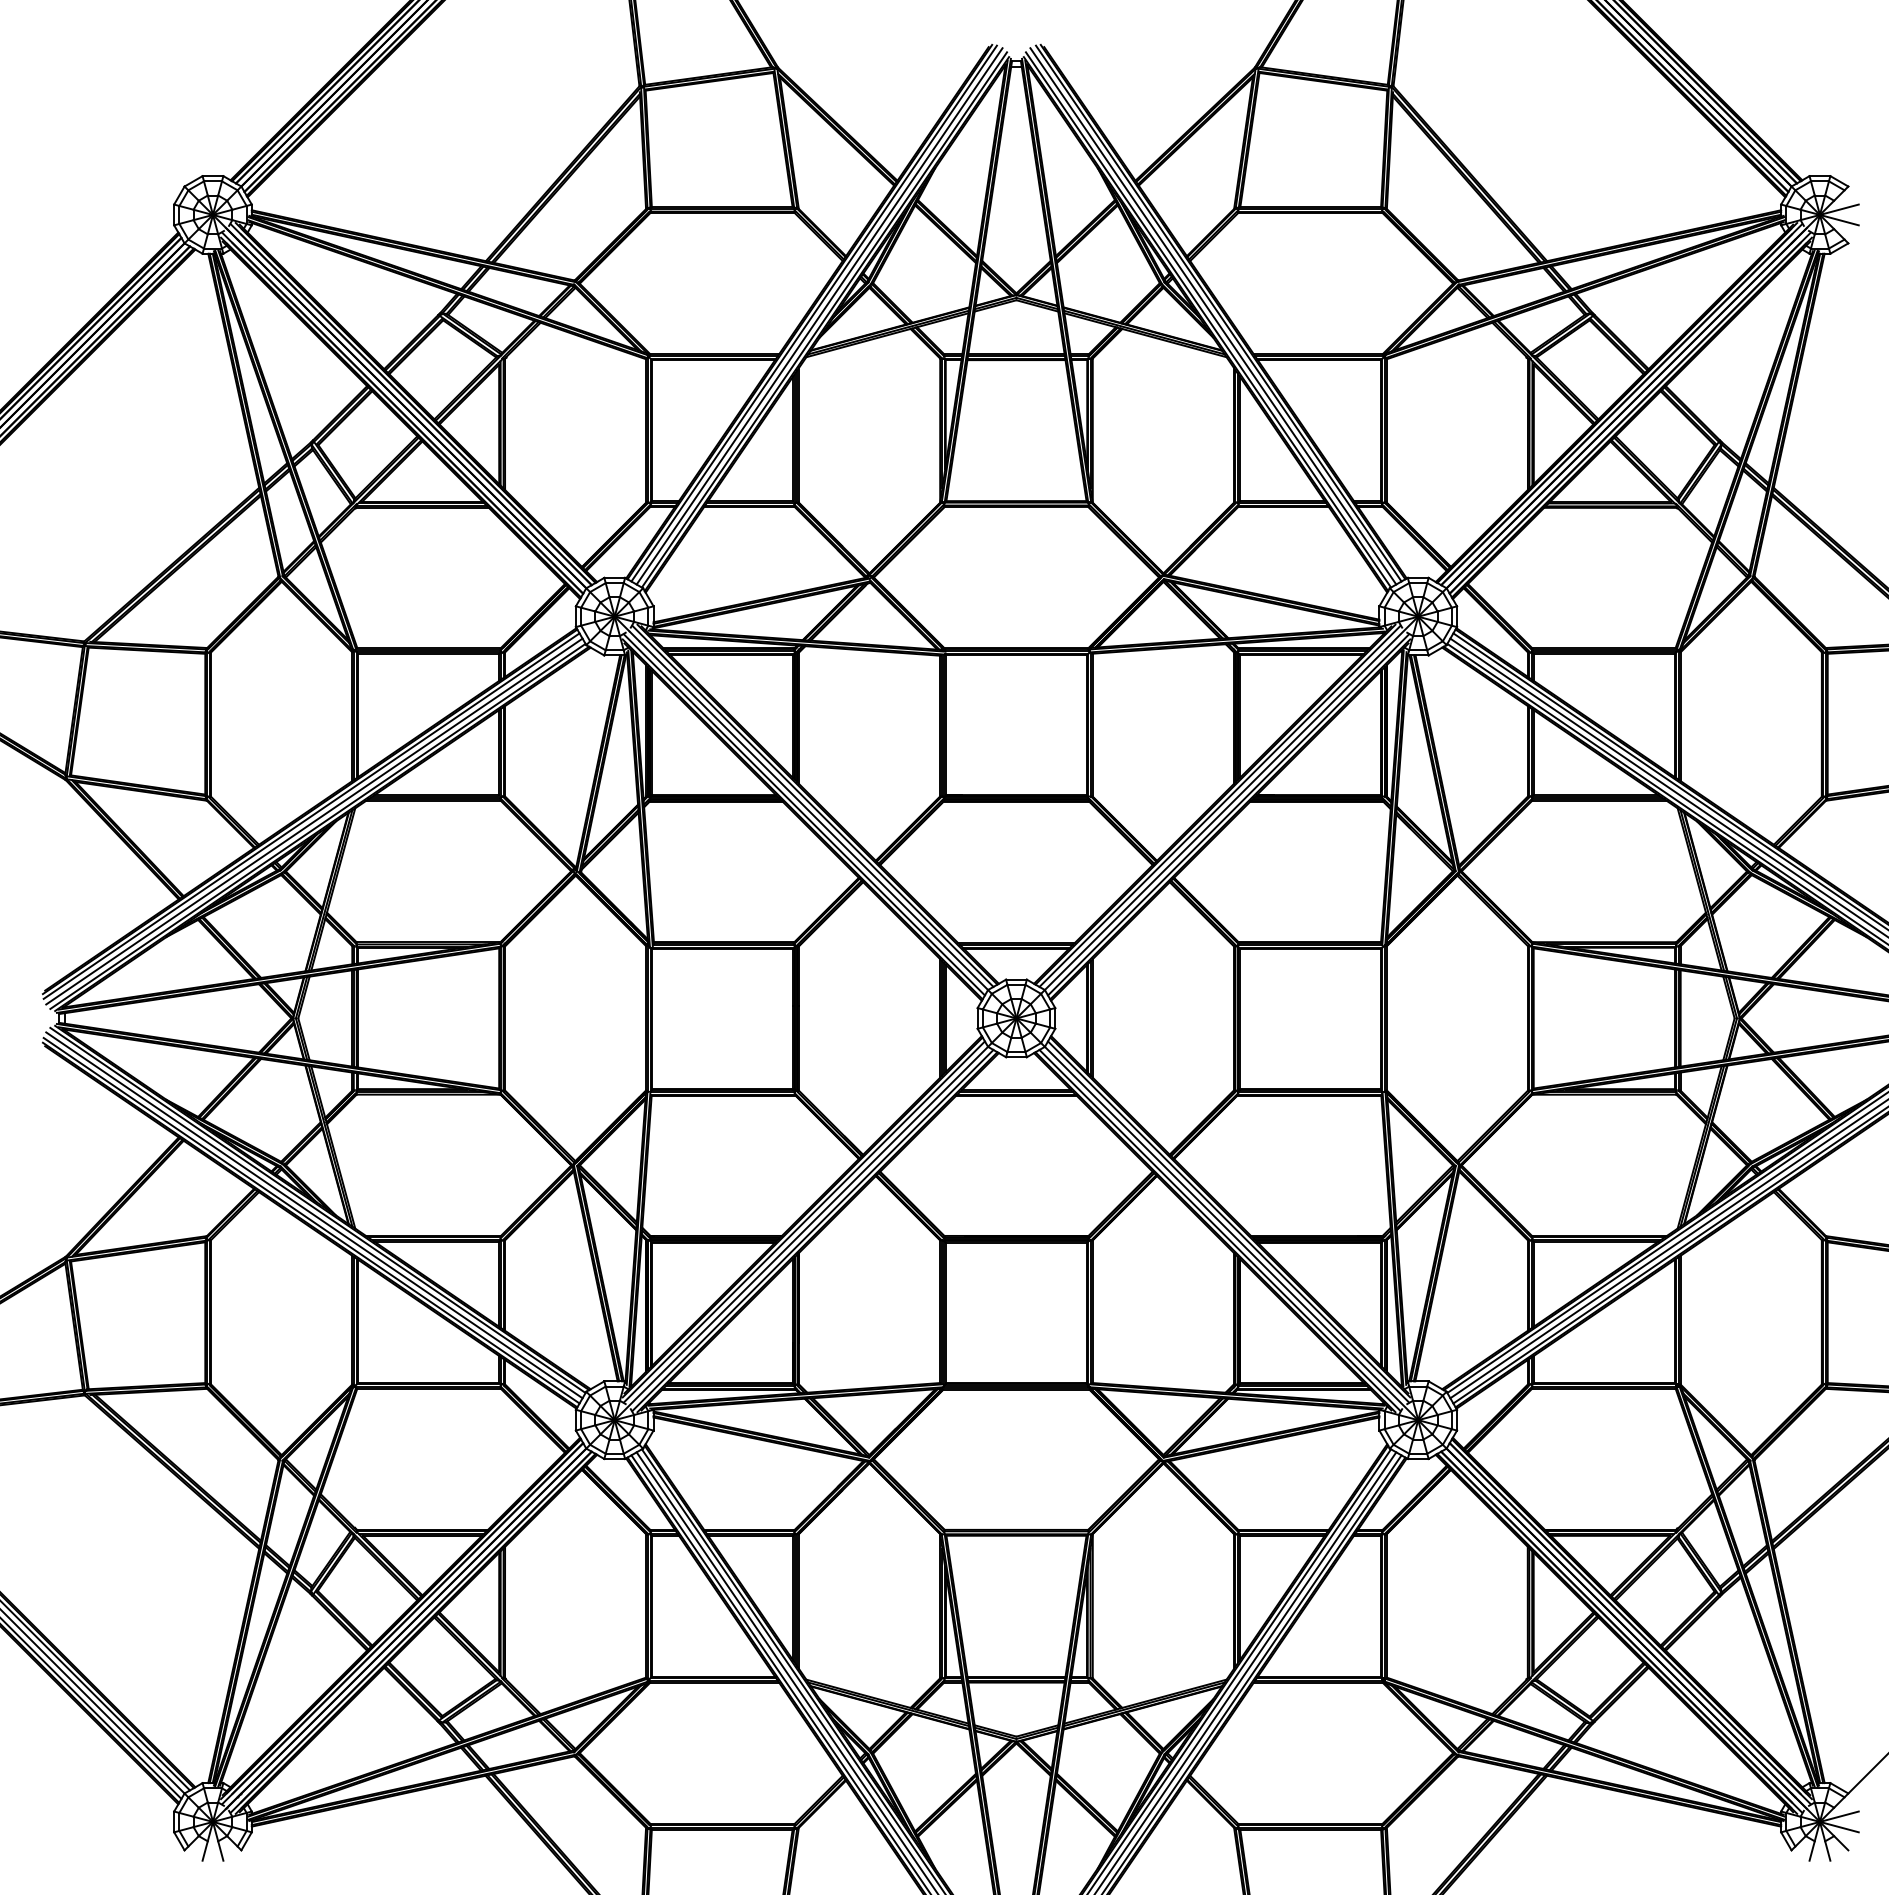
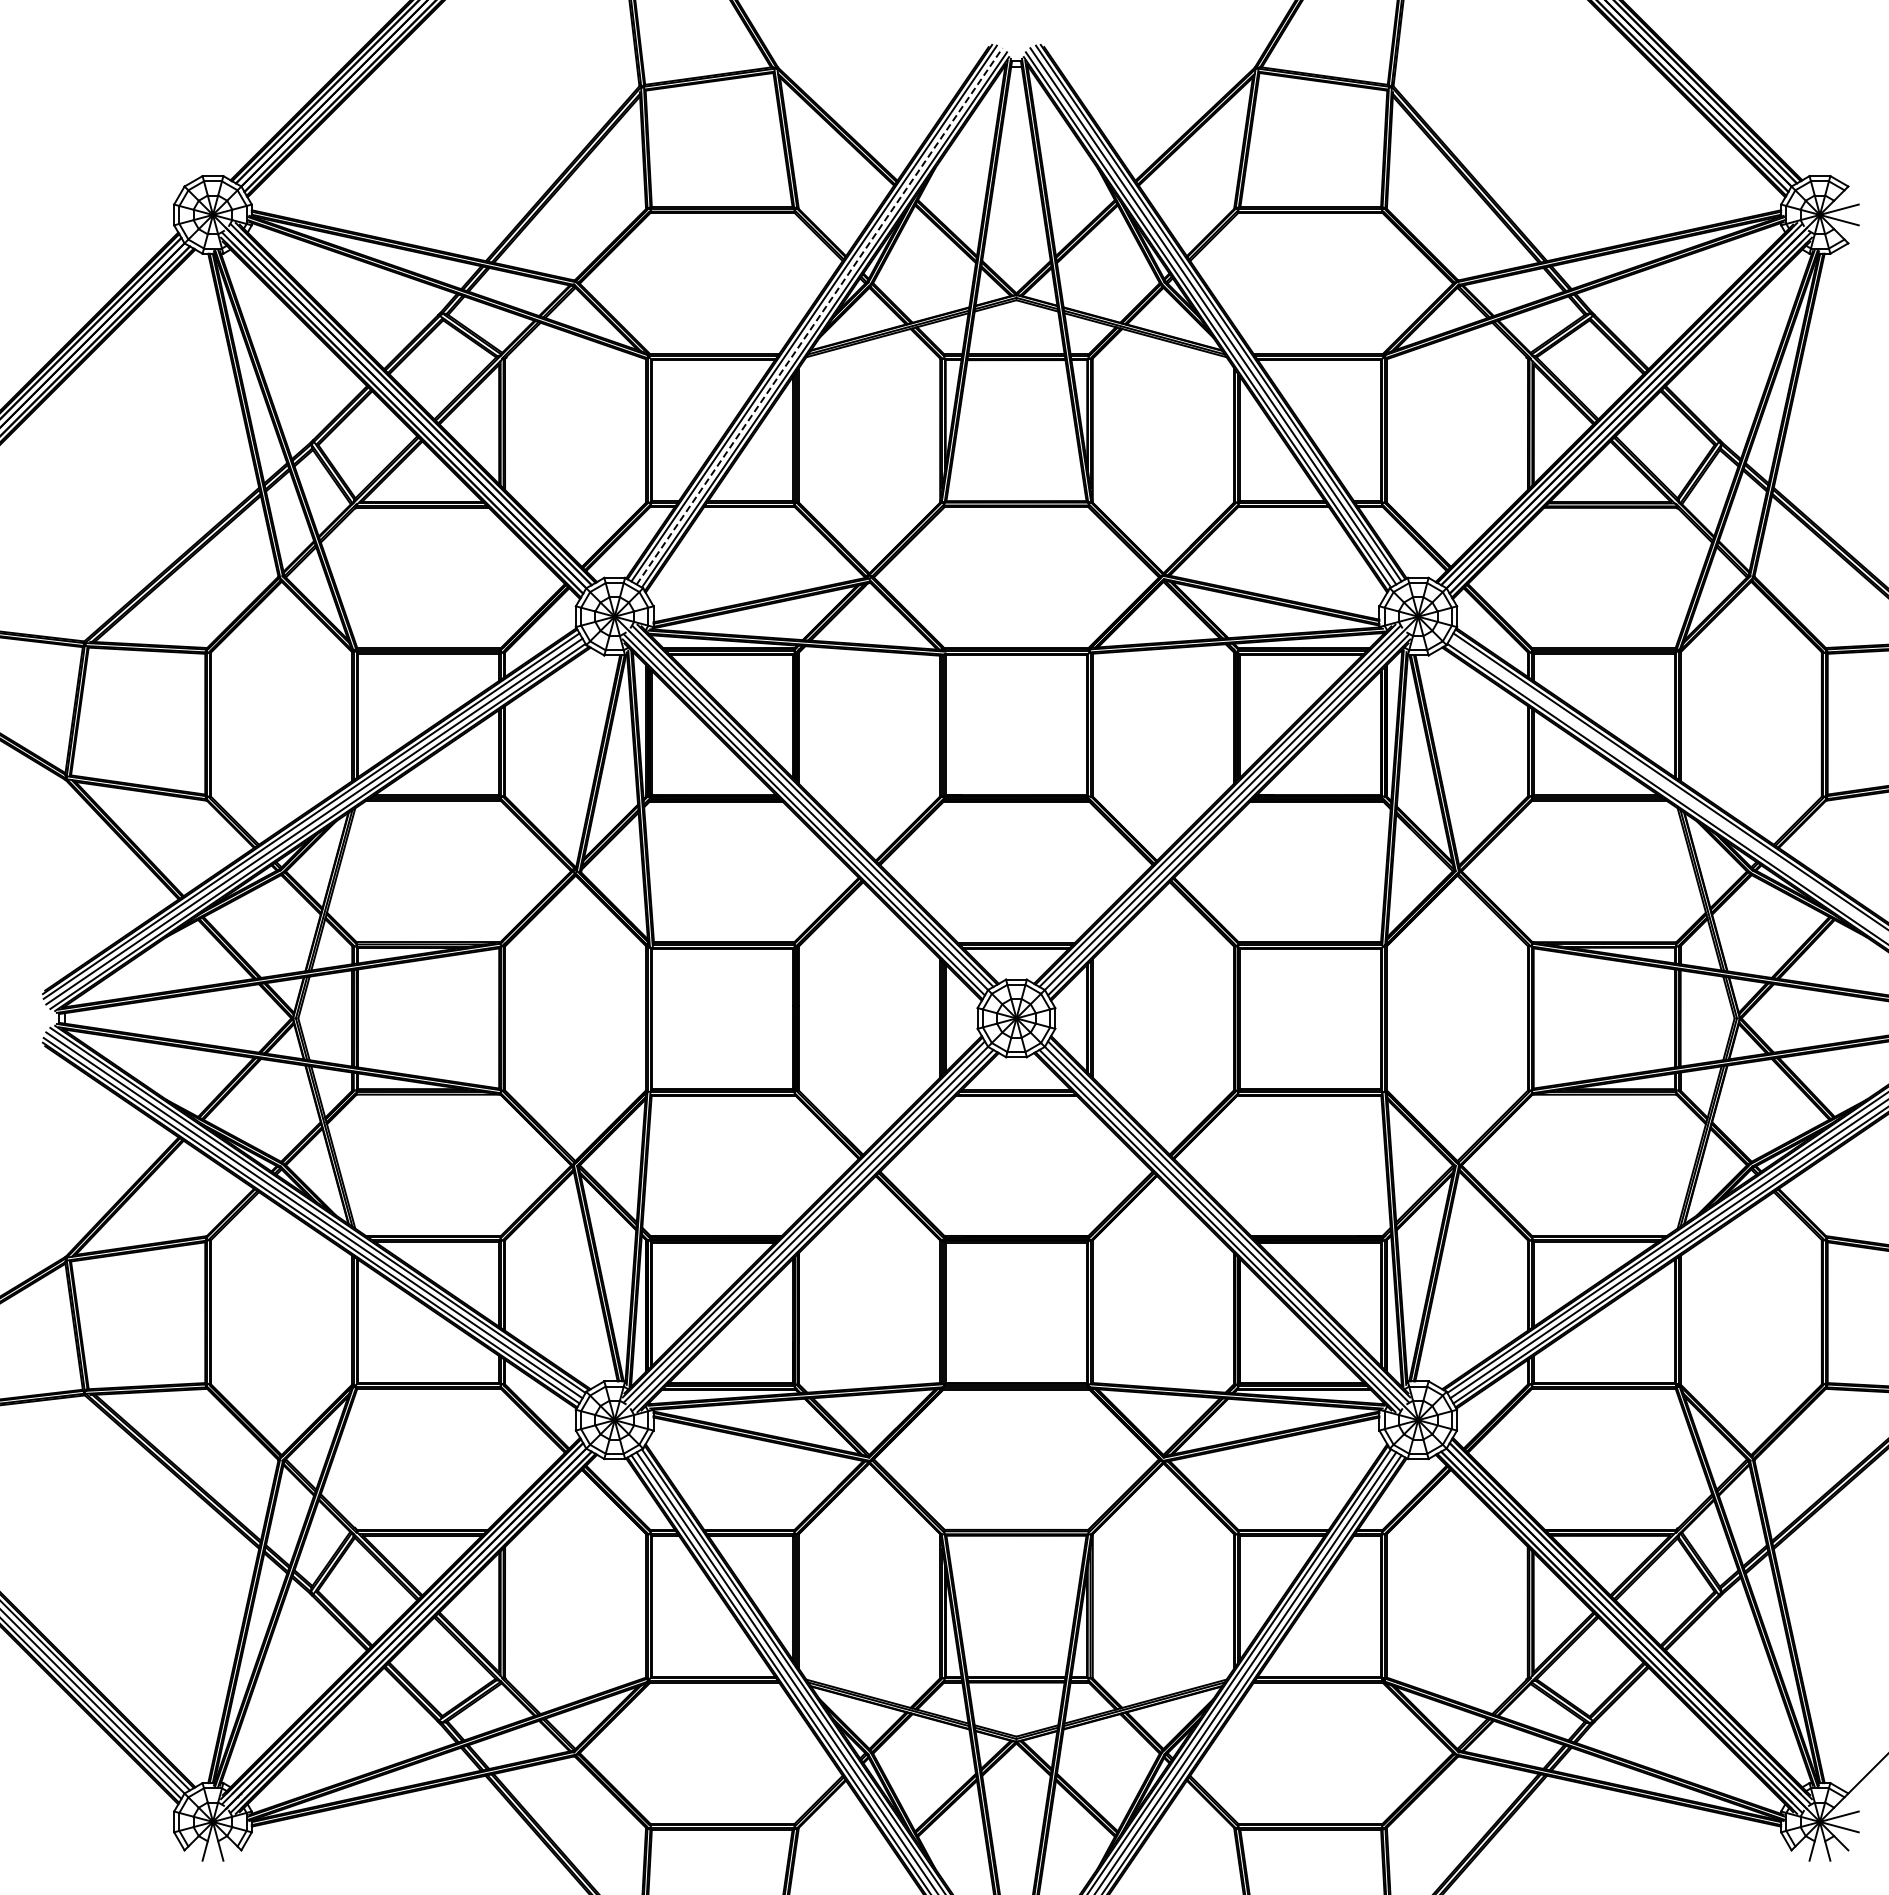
line at (819, 316): solid -> dashed
line at (1667, 786): present -> none
